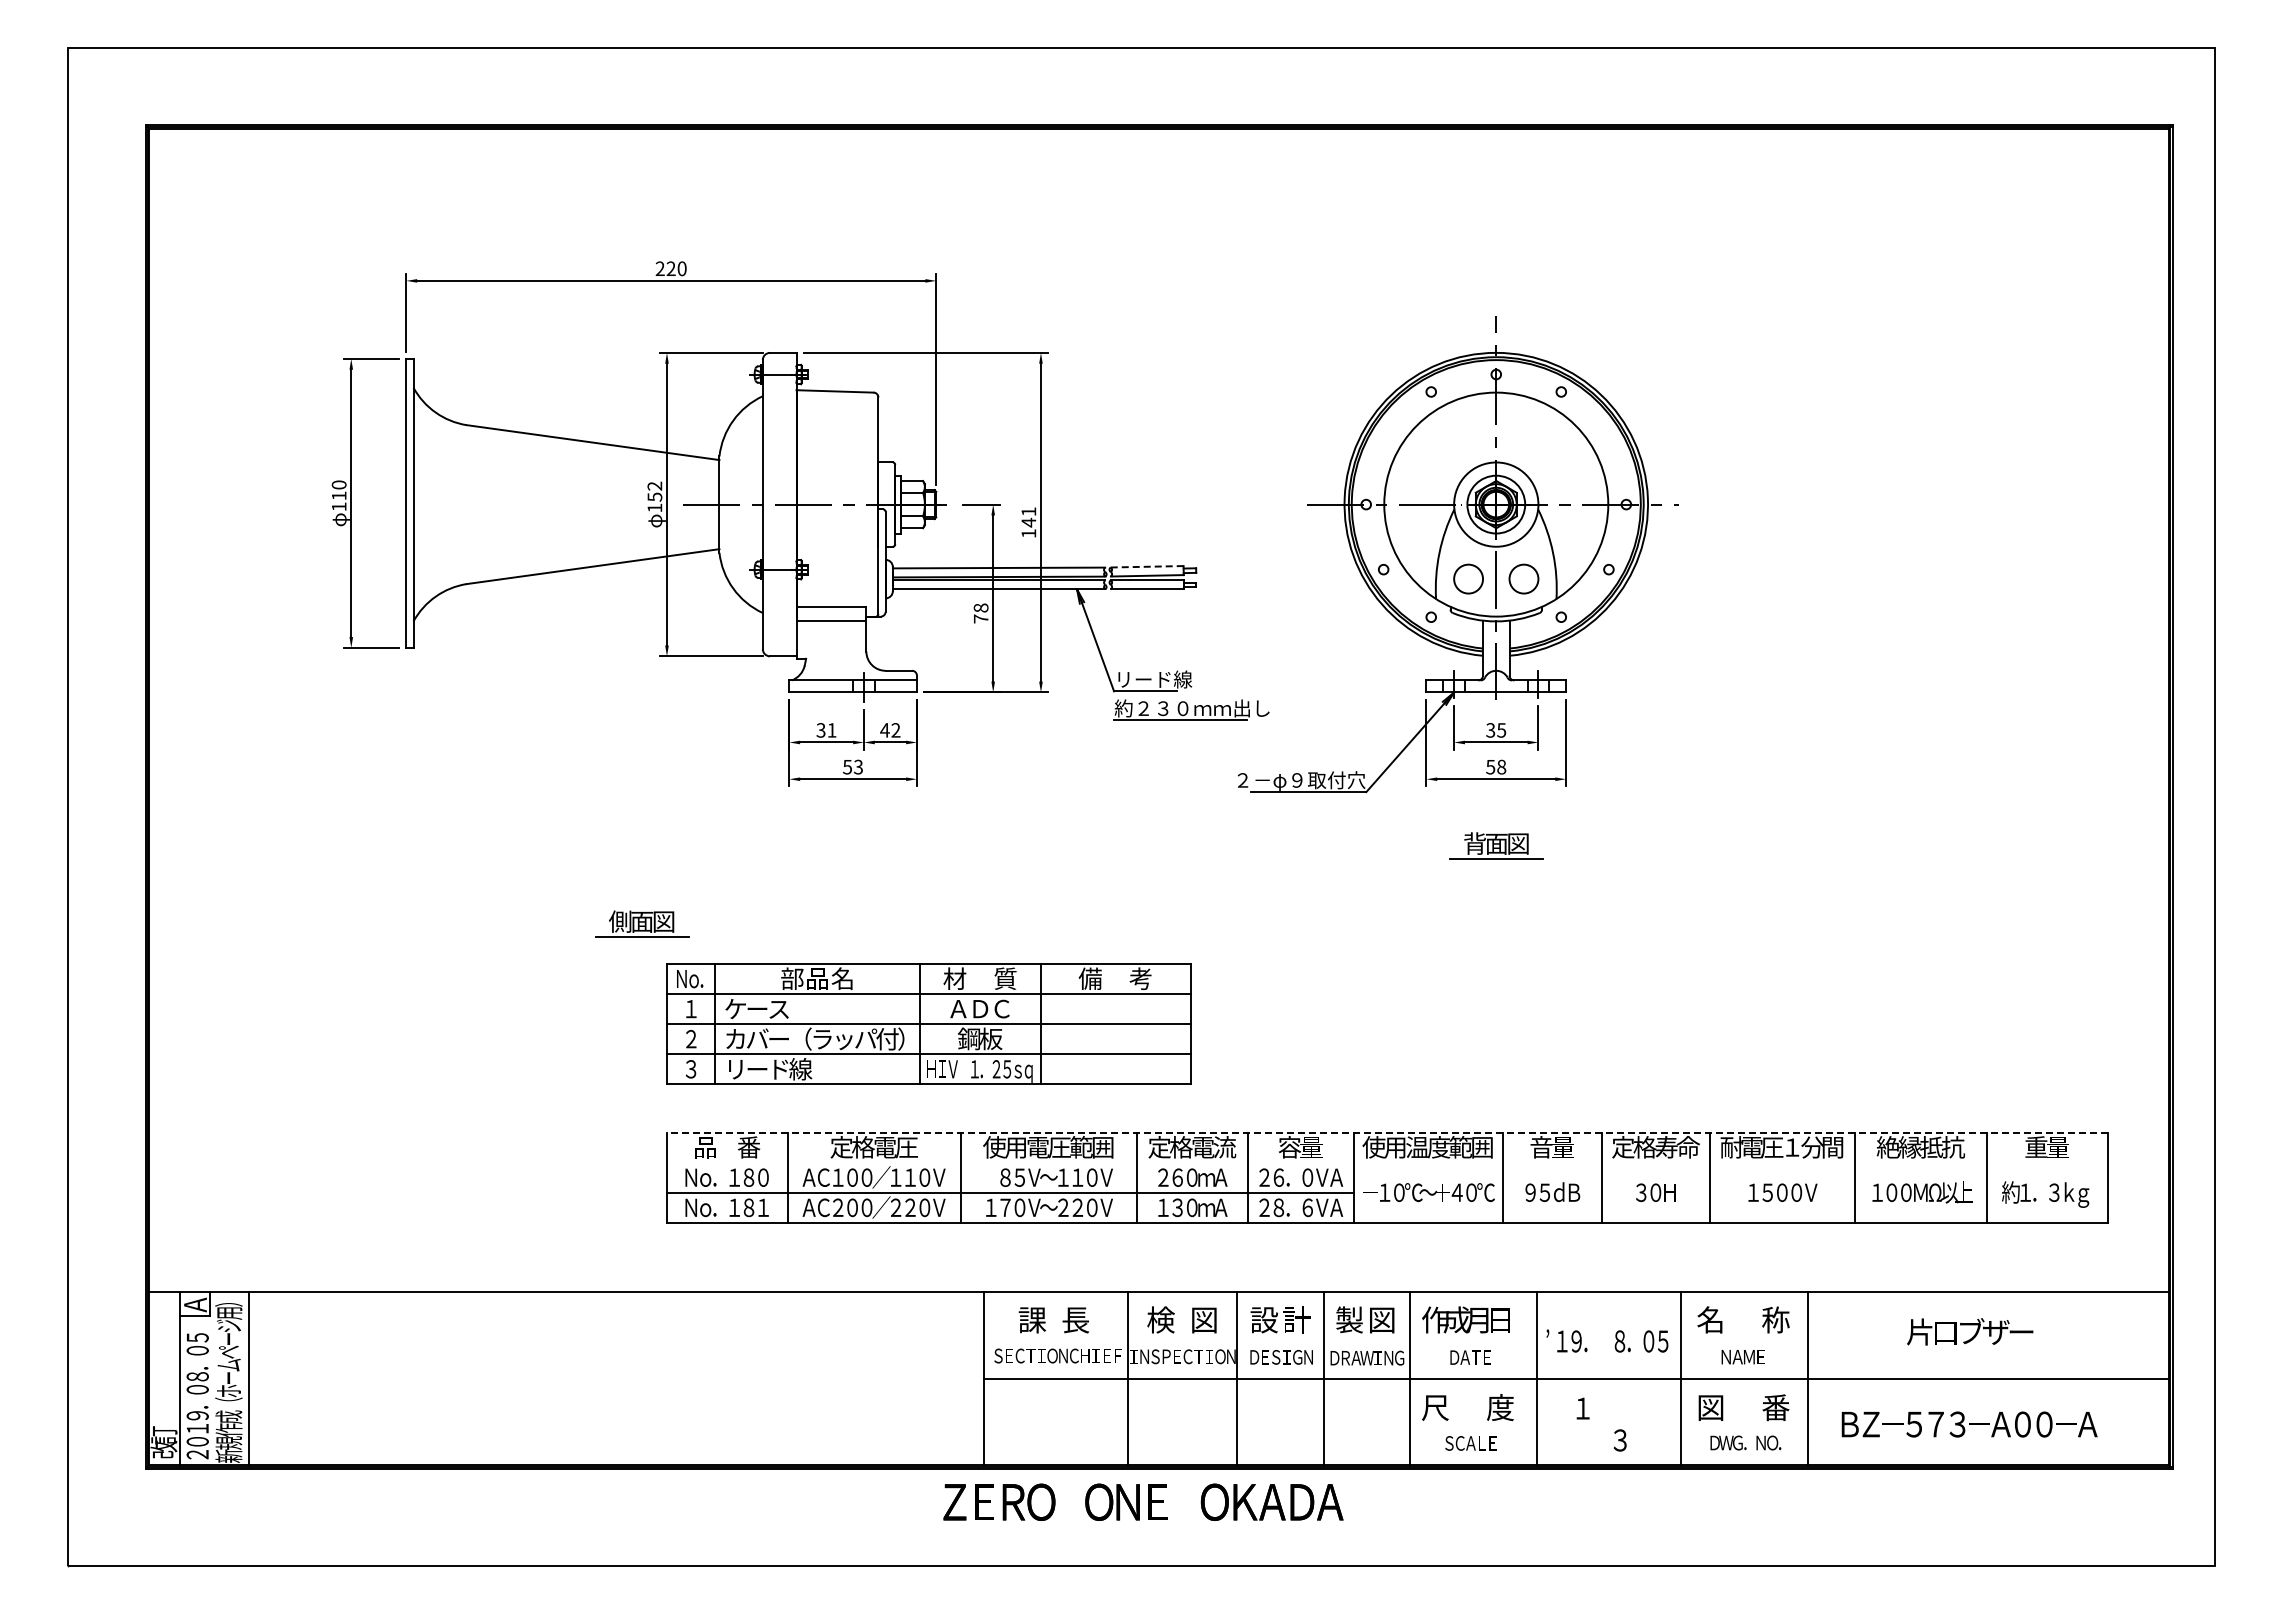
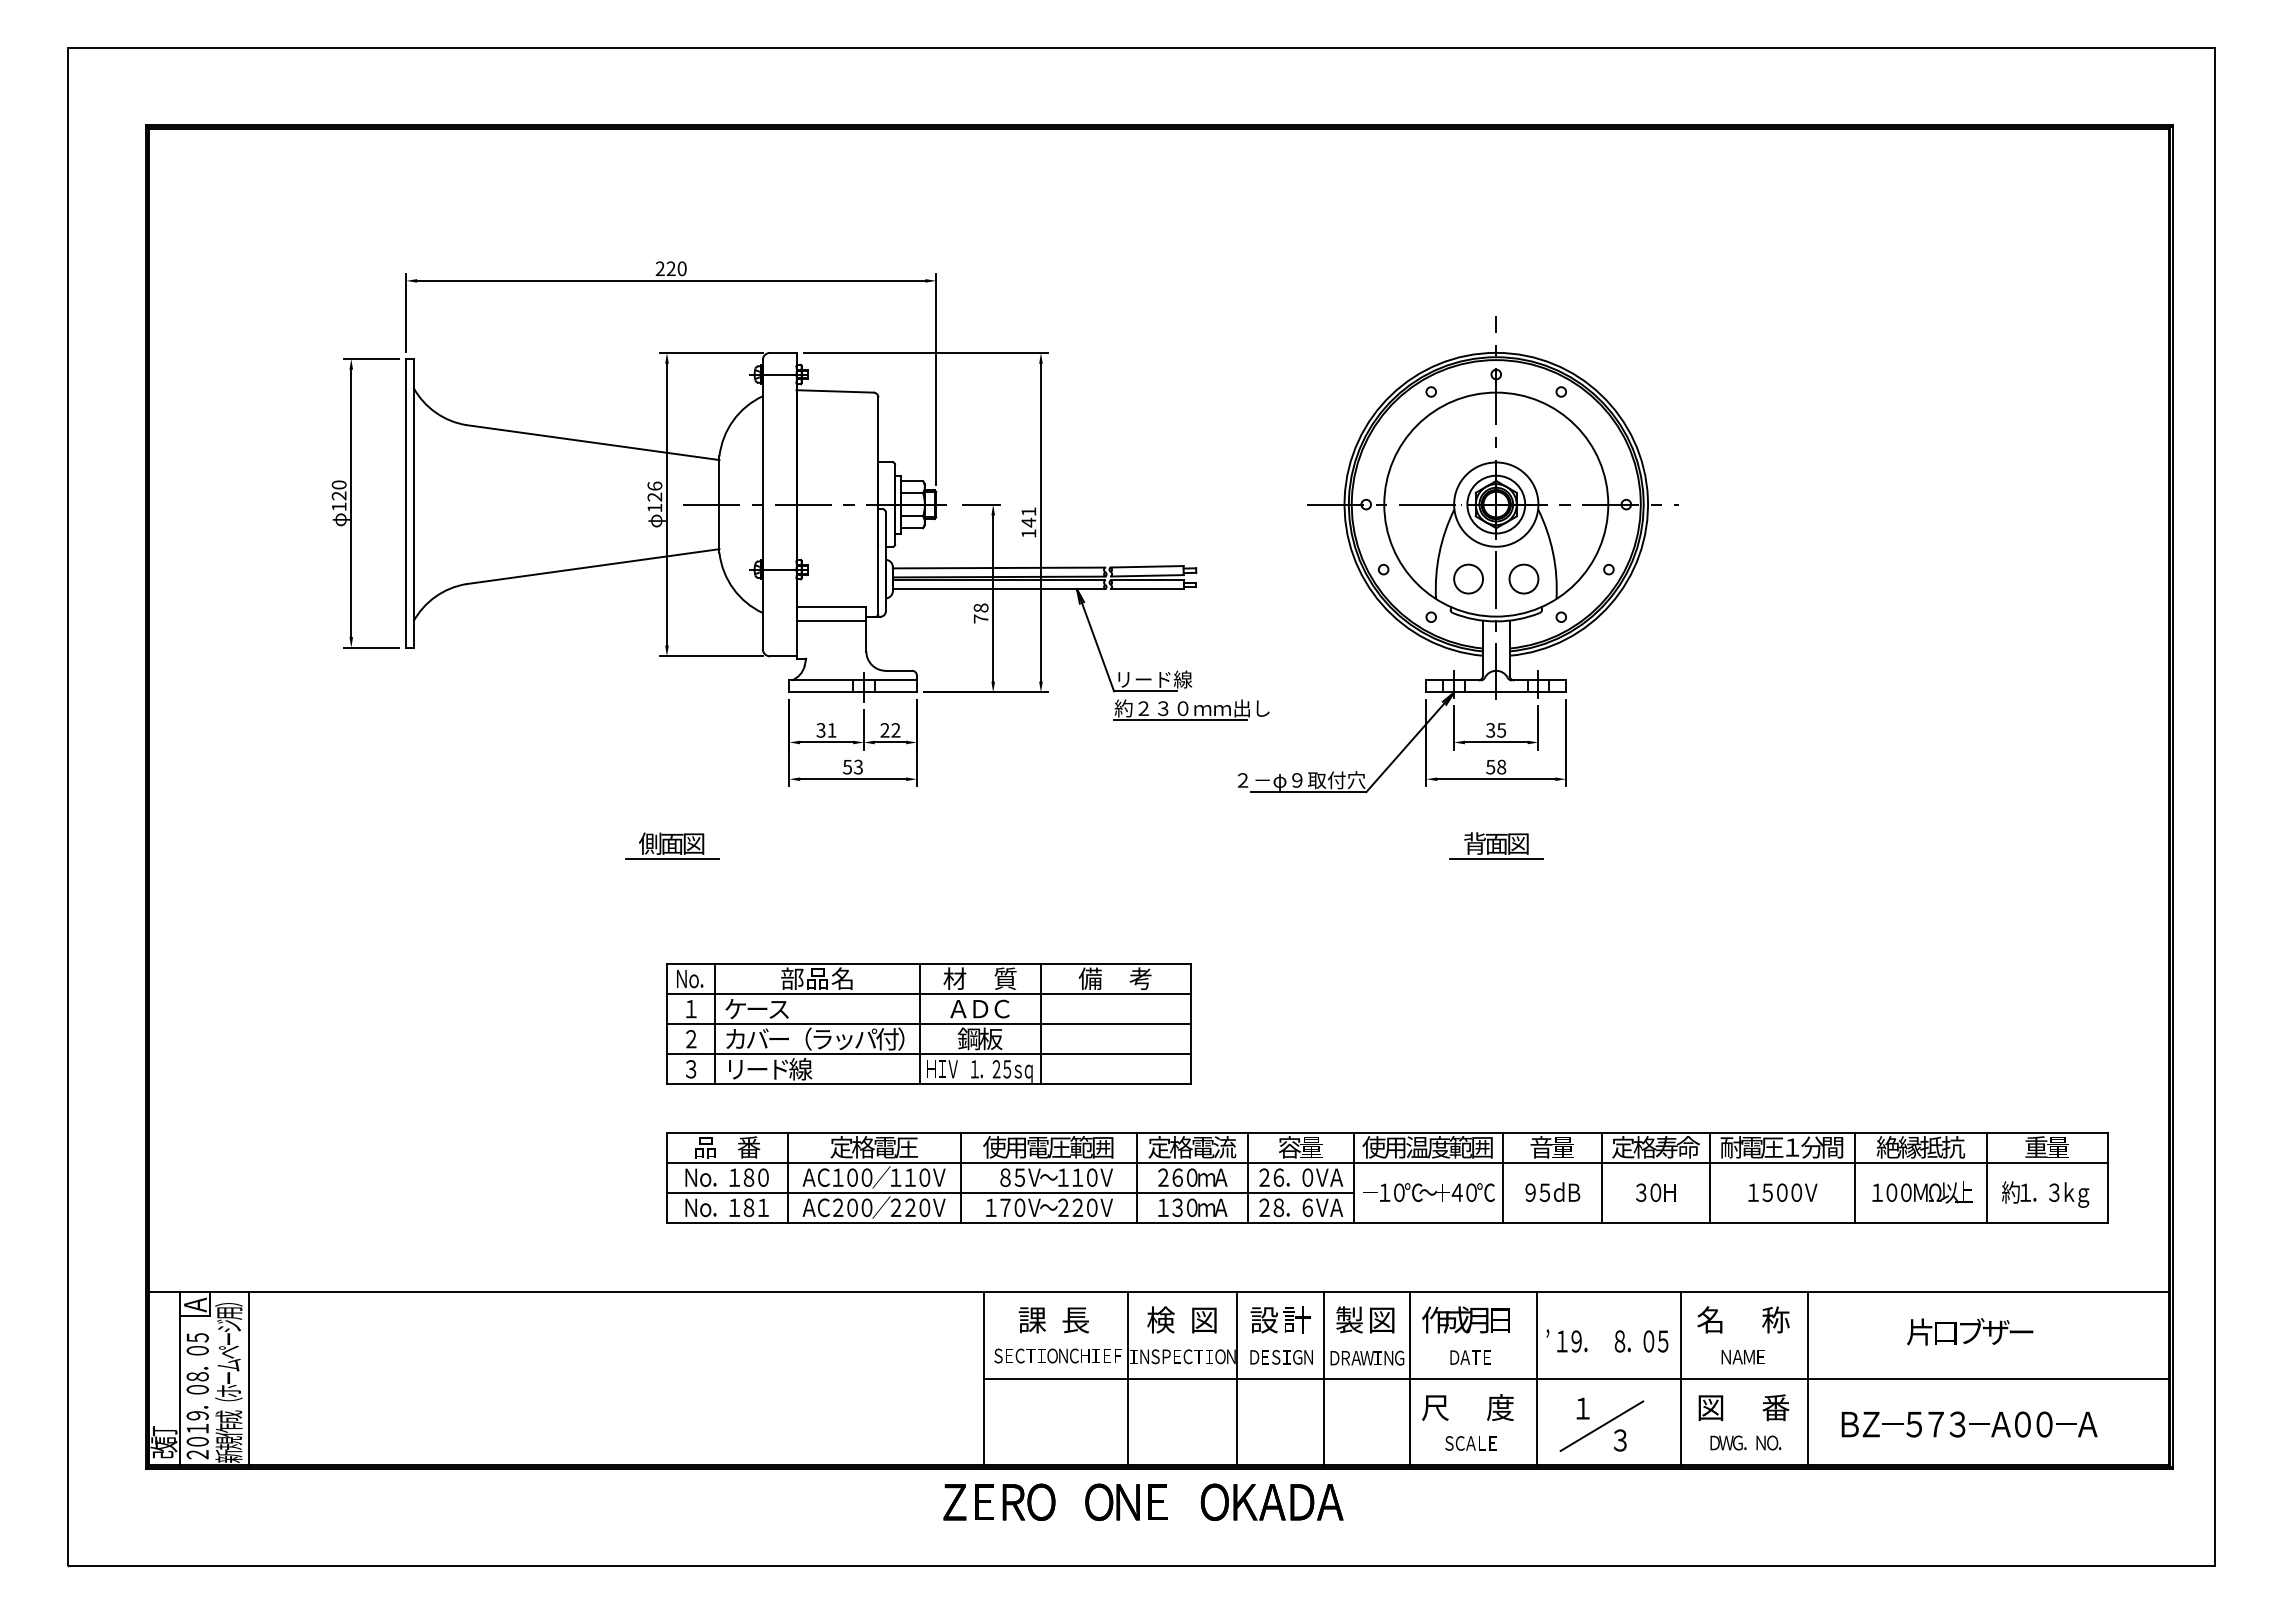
text at (654, 491): 152 -> 126
text at (338, 495): 110 -> 120
line at (1147, 566): dashed -> solid
text at (884, 730): 42 -> 22
part at (642, 923) position: (642, 923) -> (672, 845)
line at (1386, 1132): dashed -> solid
line at (1387, 1162): none -> present
line at (1601, 1425): none -> present
